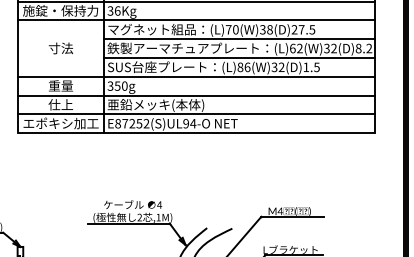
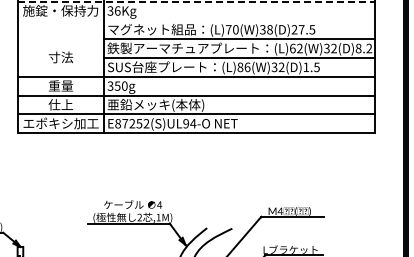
line at (196, 1): solid -> dashed
line at (196, 20): present -> none
text at (60, 48) position: (60, 48) -> (60, 57)
